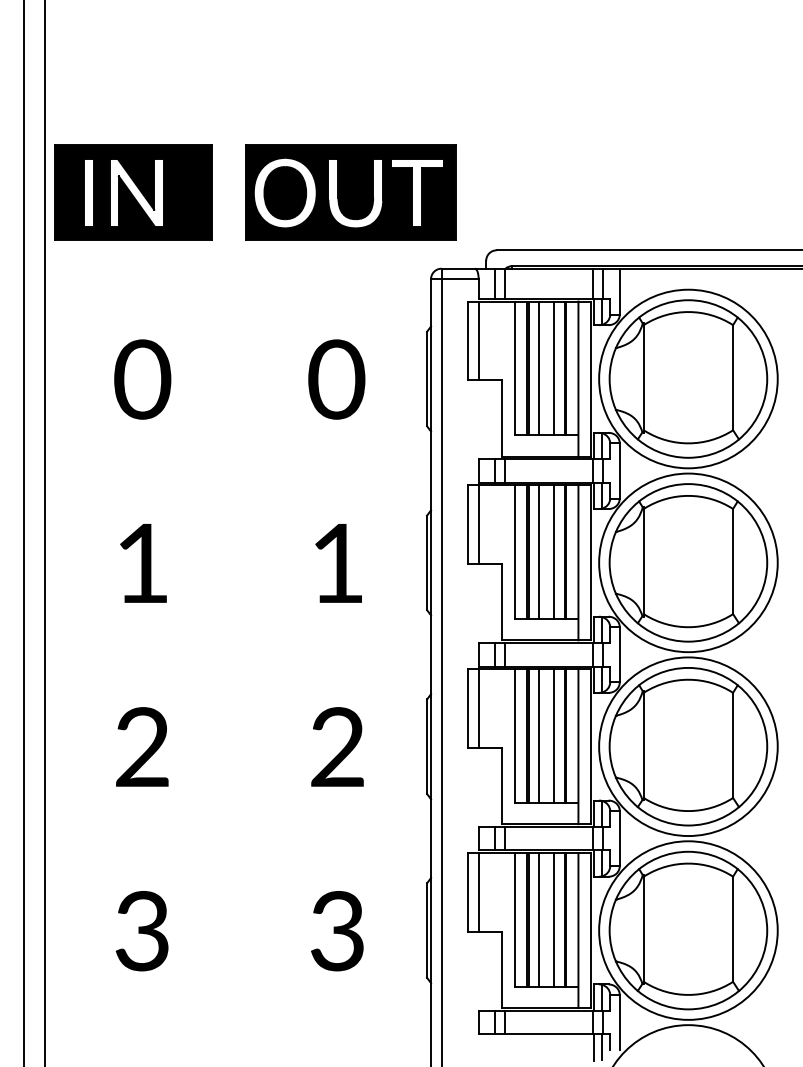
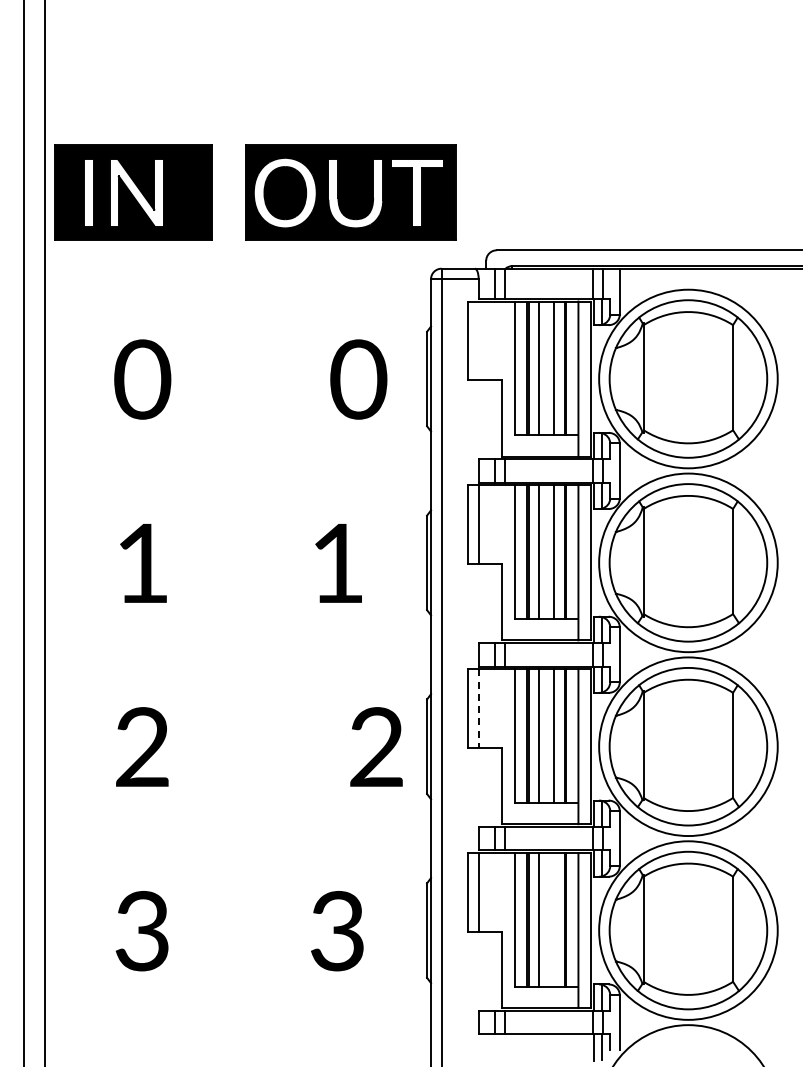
line at (478, 340): present -> none
text at (336, 379) position: (336, 379) -> (358, 379)
line at (478, 709): solid -> dashed
text at (337, 746) position: (337, 746) -> (376, 746)
line at (554, 920): present -> none
